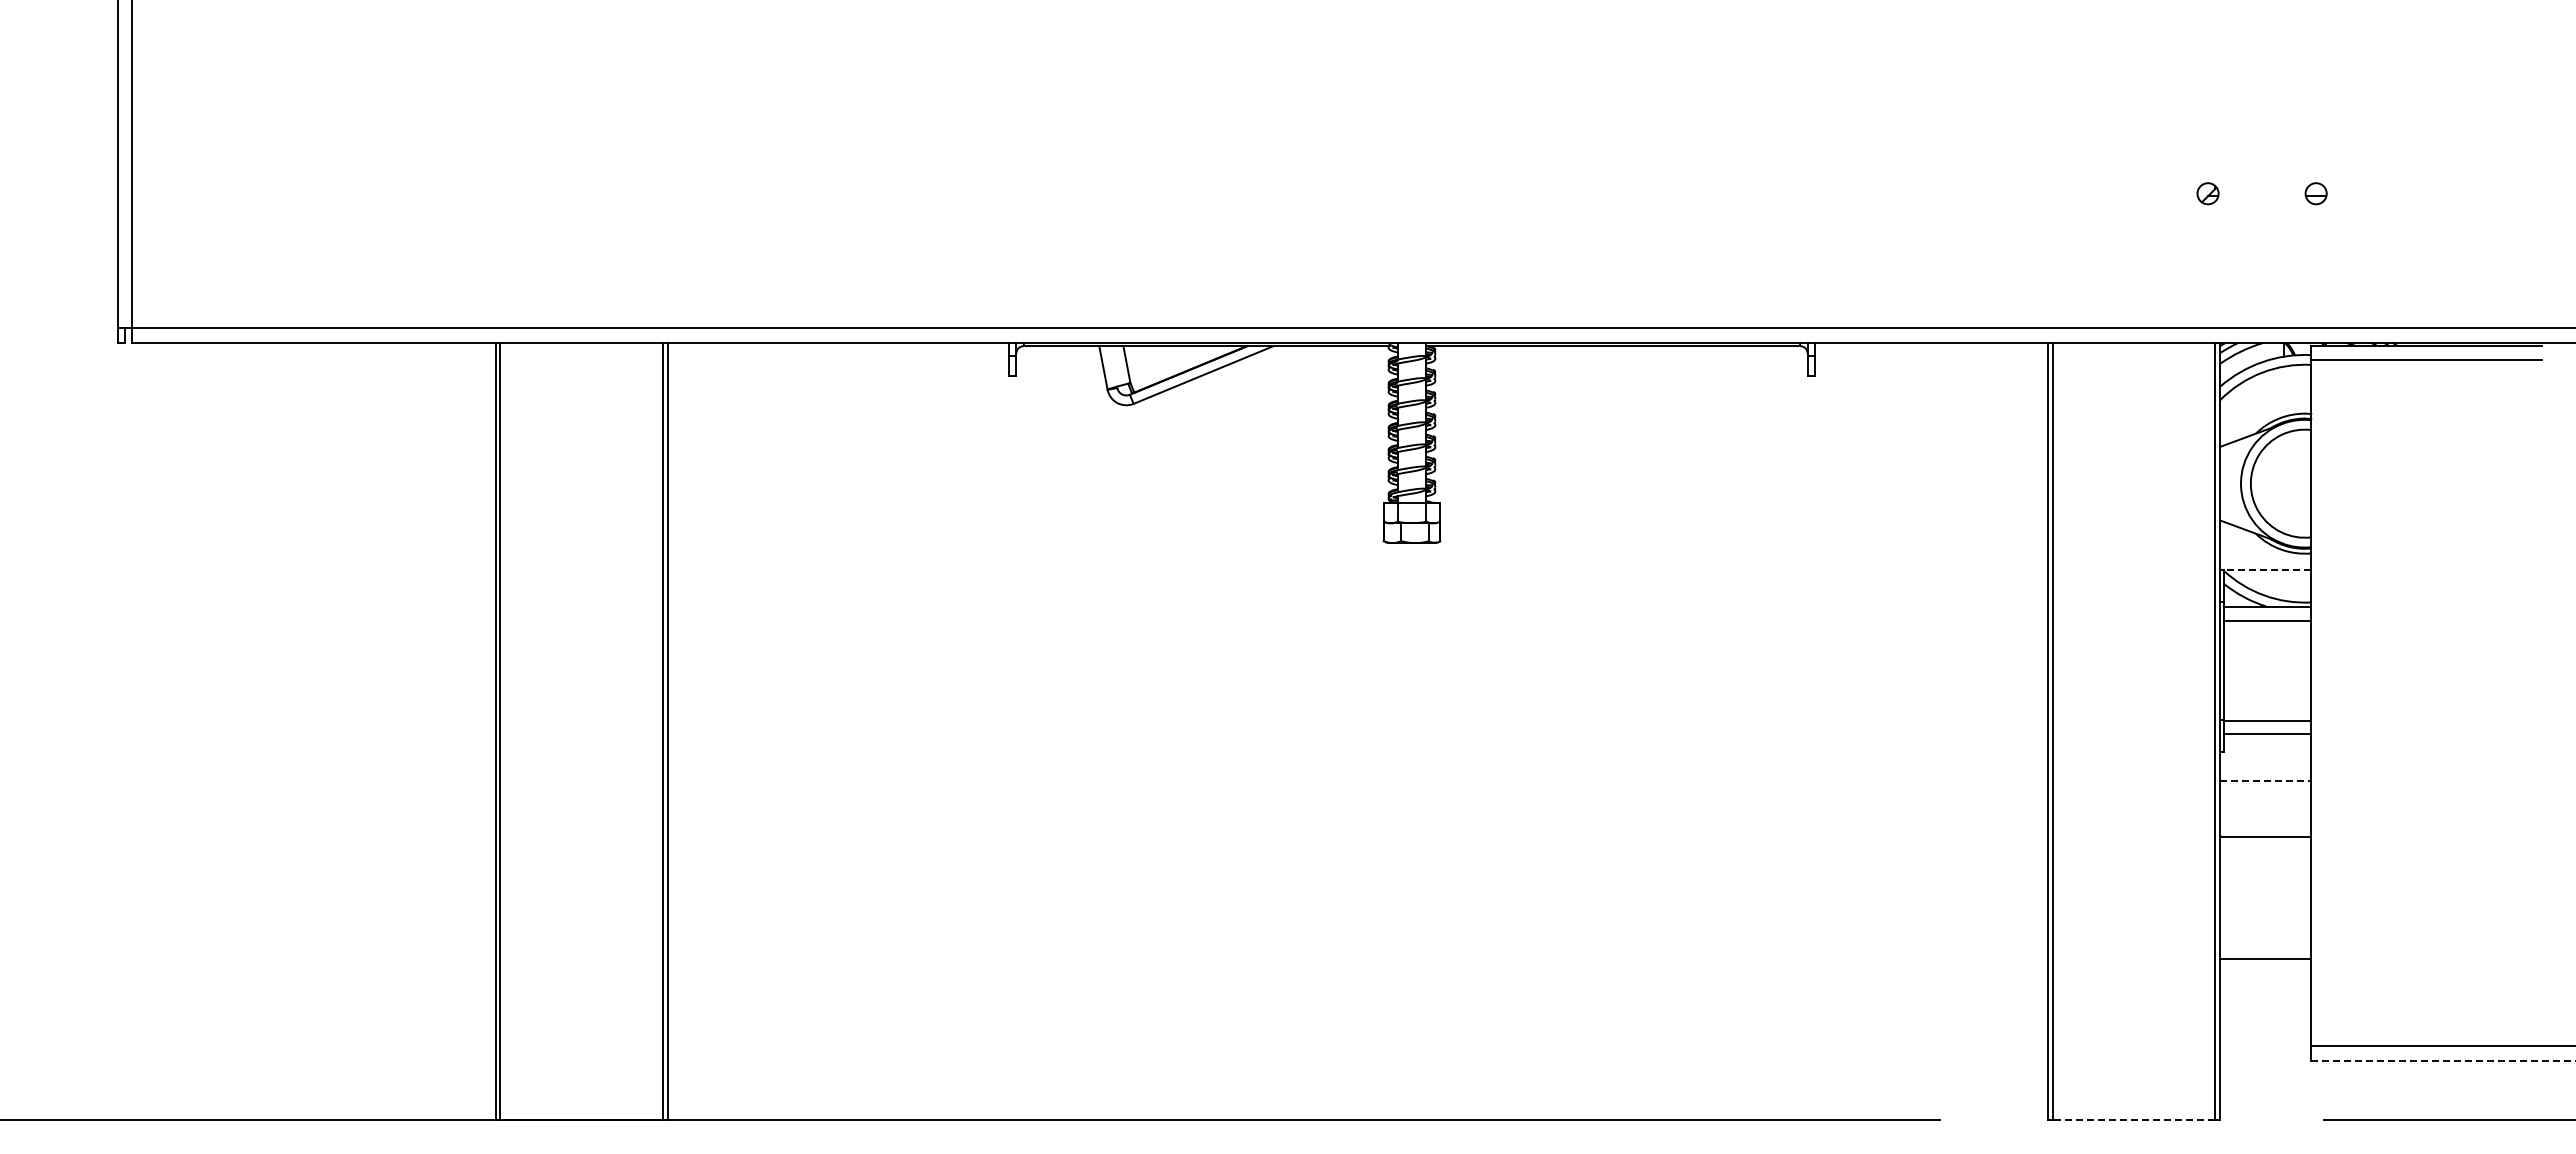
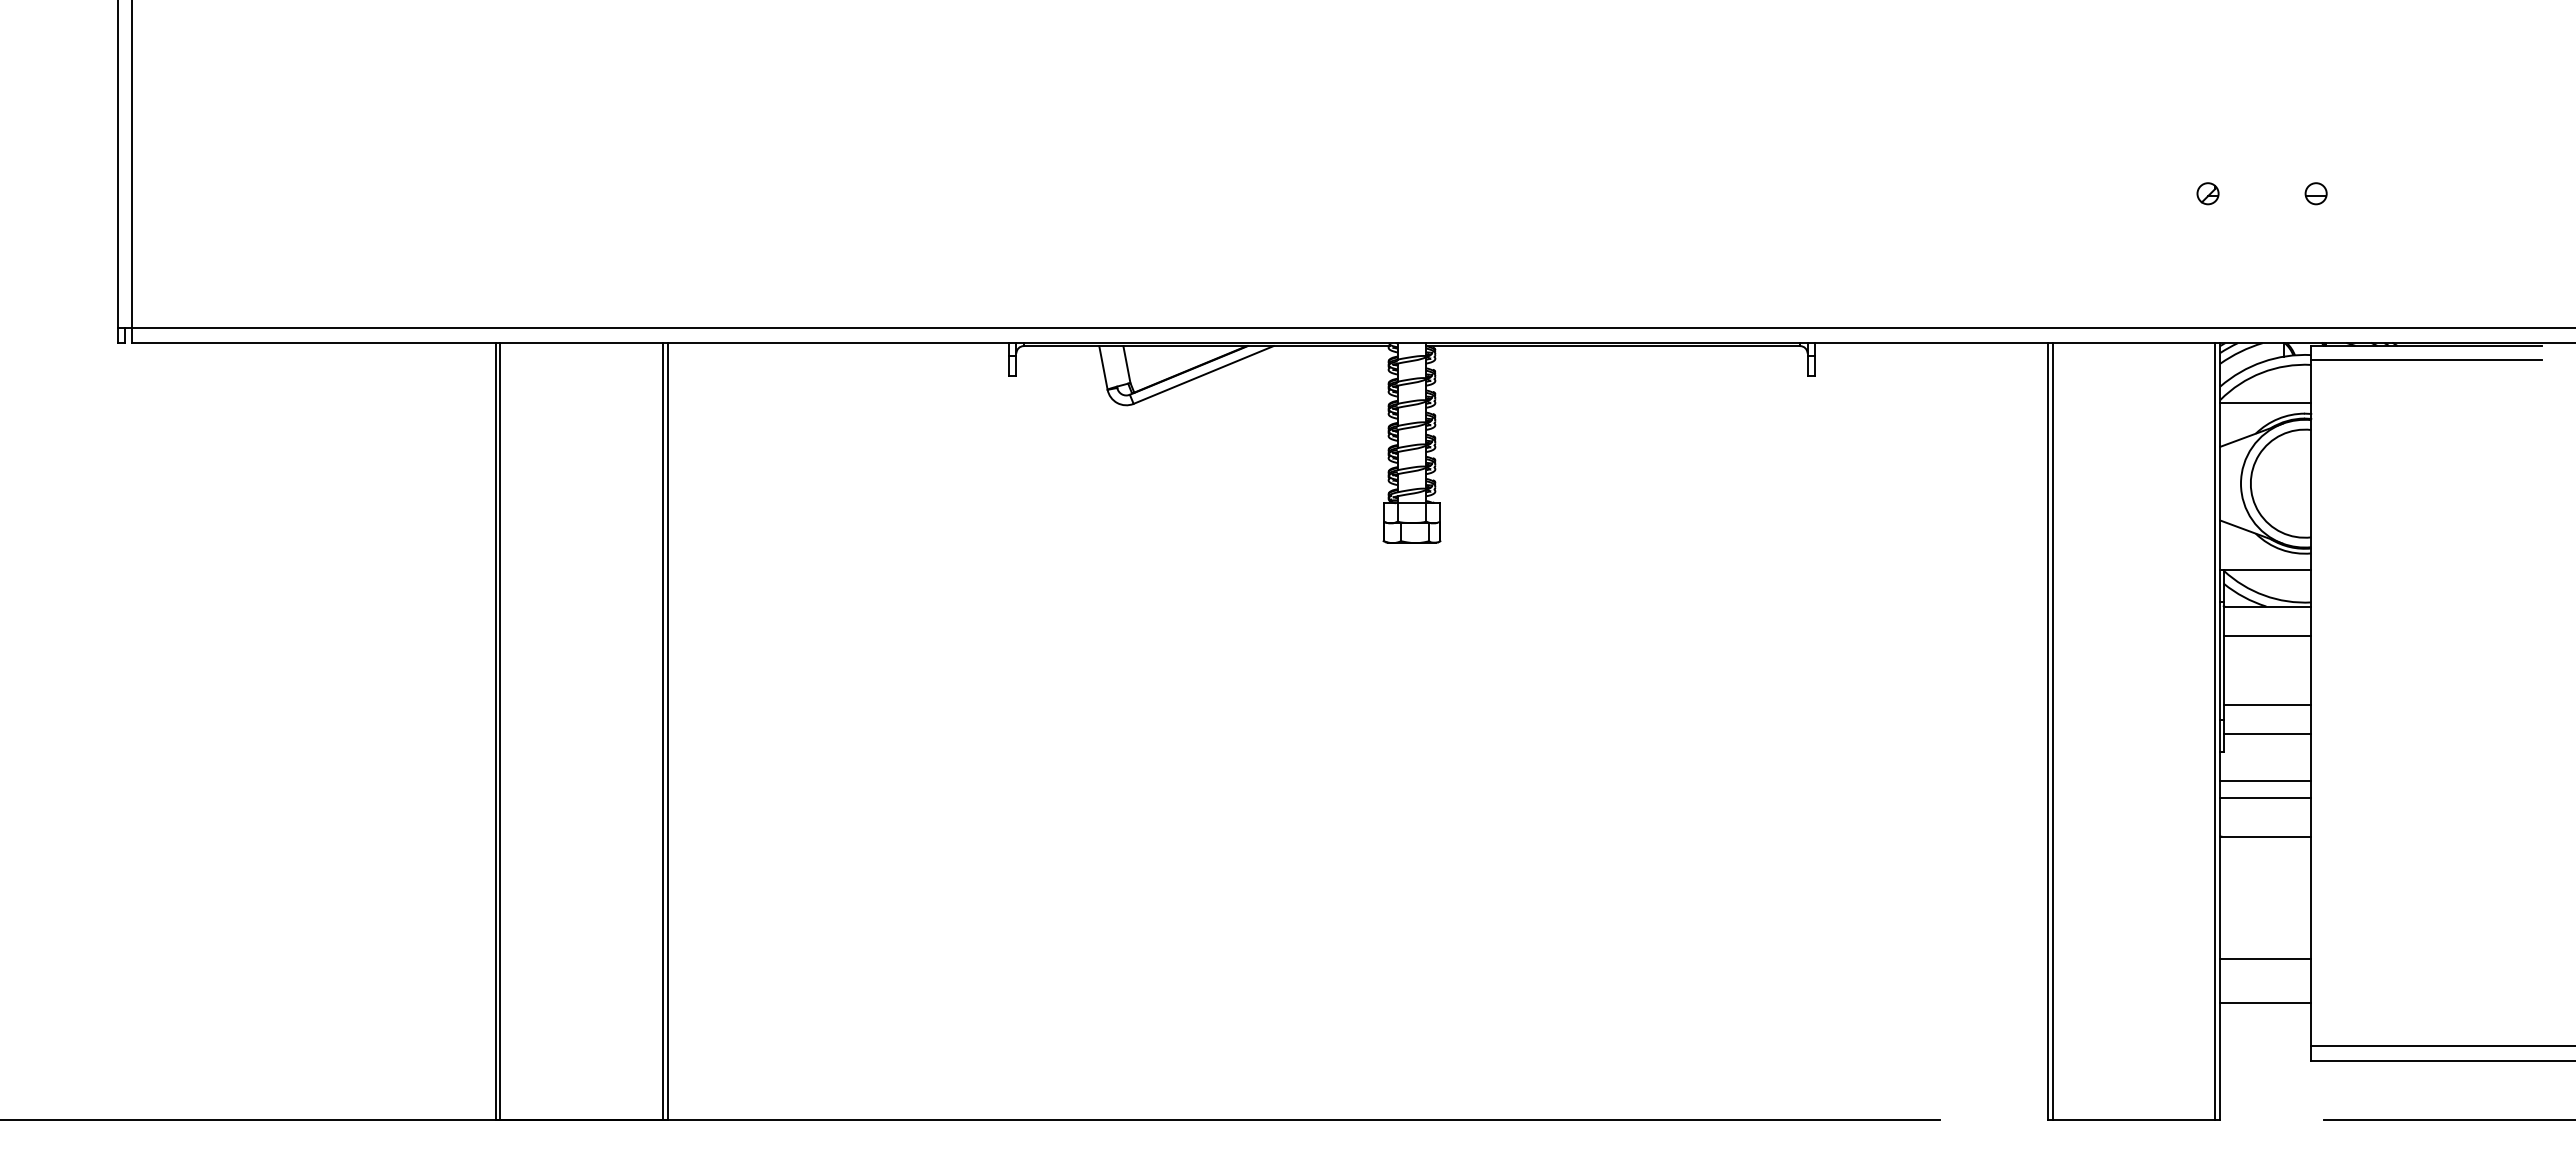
line at (2265, 402): none -> present
line at (2267, 569): dashed -> solid
line at (2267, 621) position: (2267, 621) -> (2267, 636)
line at (2267, 720) position: (2267, 720) -> (2267, 704)
line at (2266, 780): dashed -> solid
line at (2265, 798): none -> present
line at (2265, 1002): none -> present
line at (2444, 1060): dashed -> solid
line at (2133, 1119): dashed -> solid
